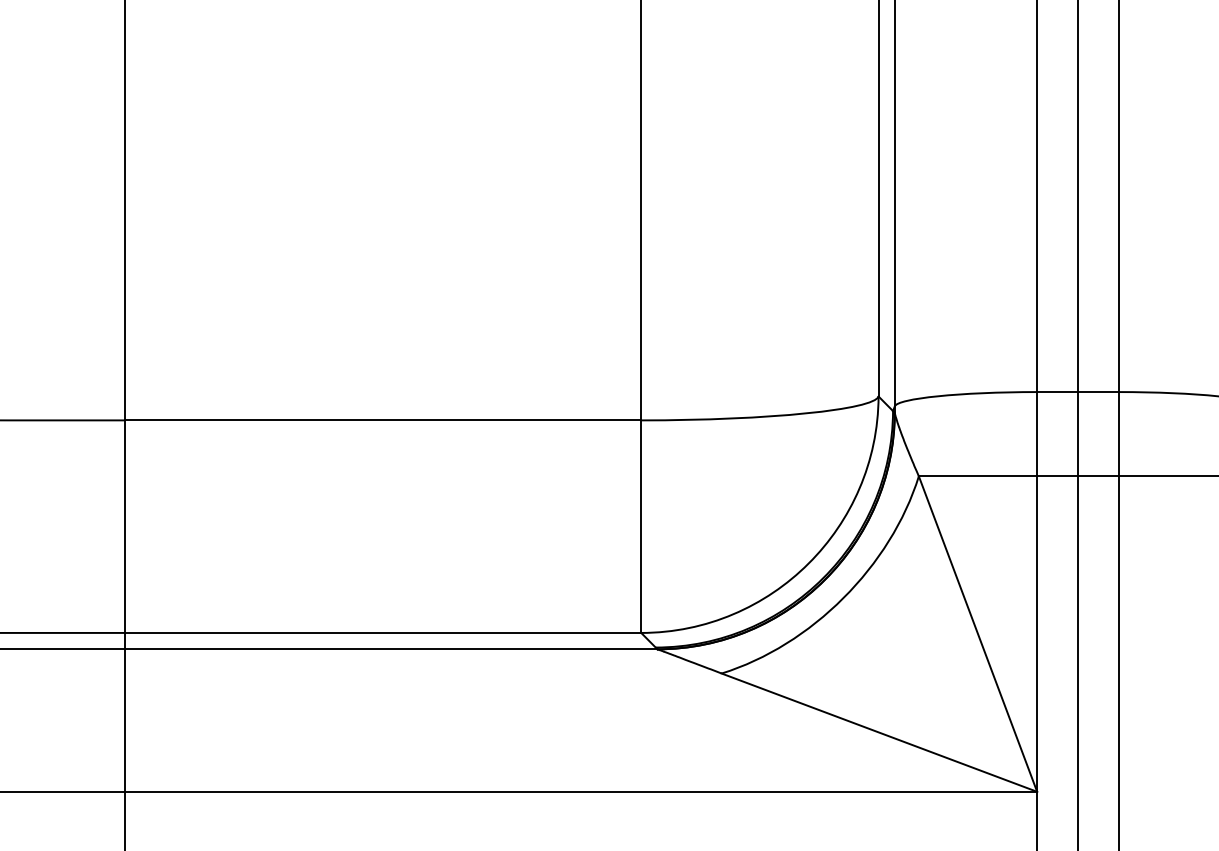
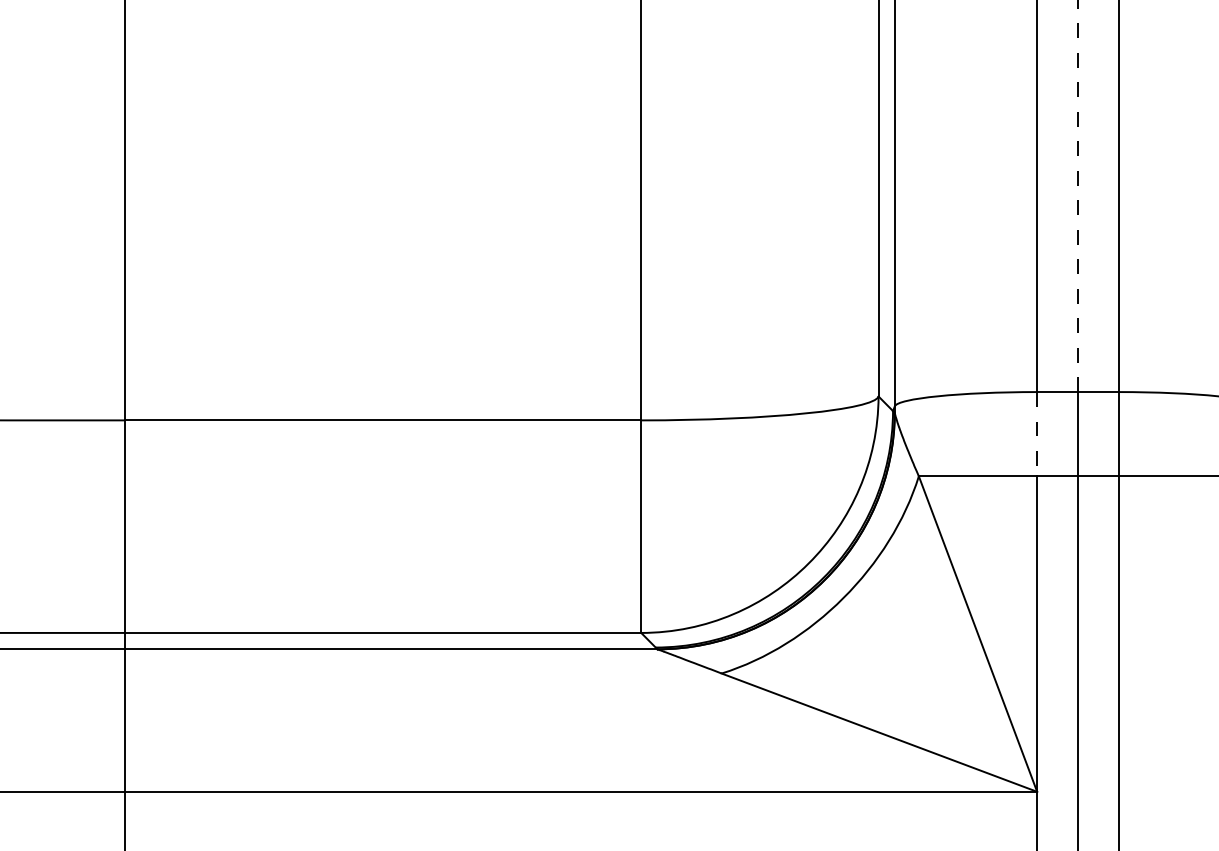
line at (1078, 196): solid -> dashed
line at (1037, 434): solid -> dashed
